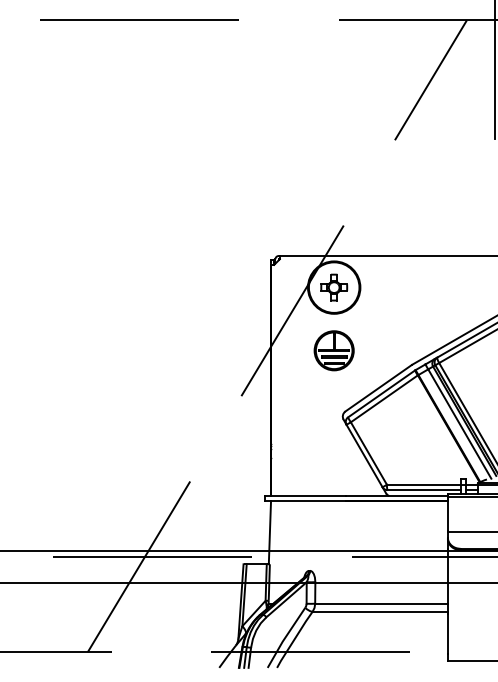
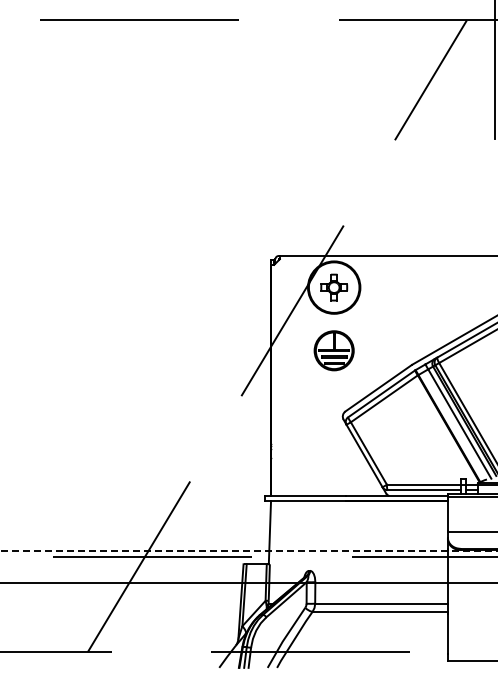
line at (248, 551): solid -> dashed
